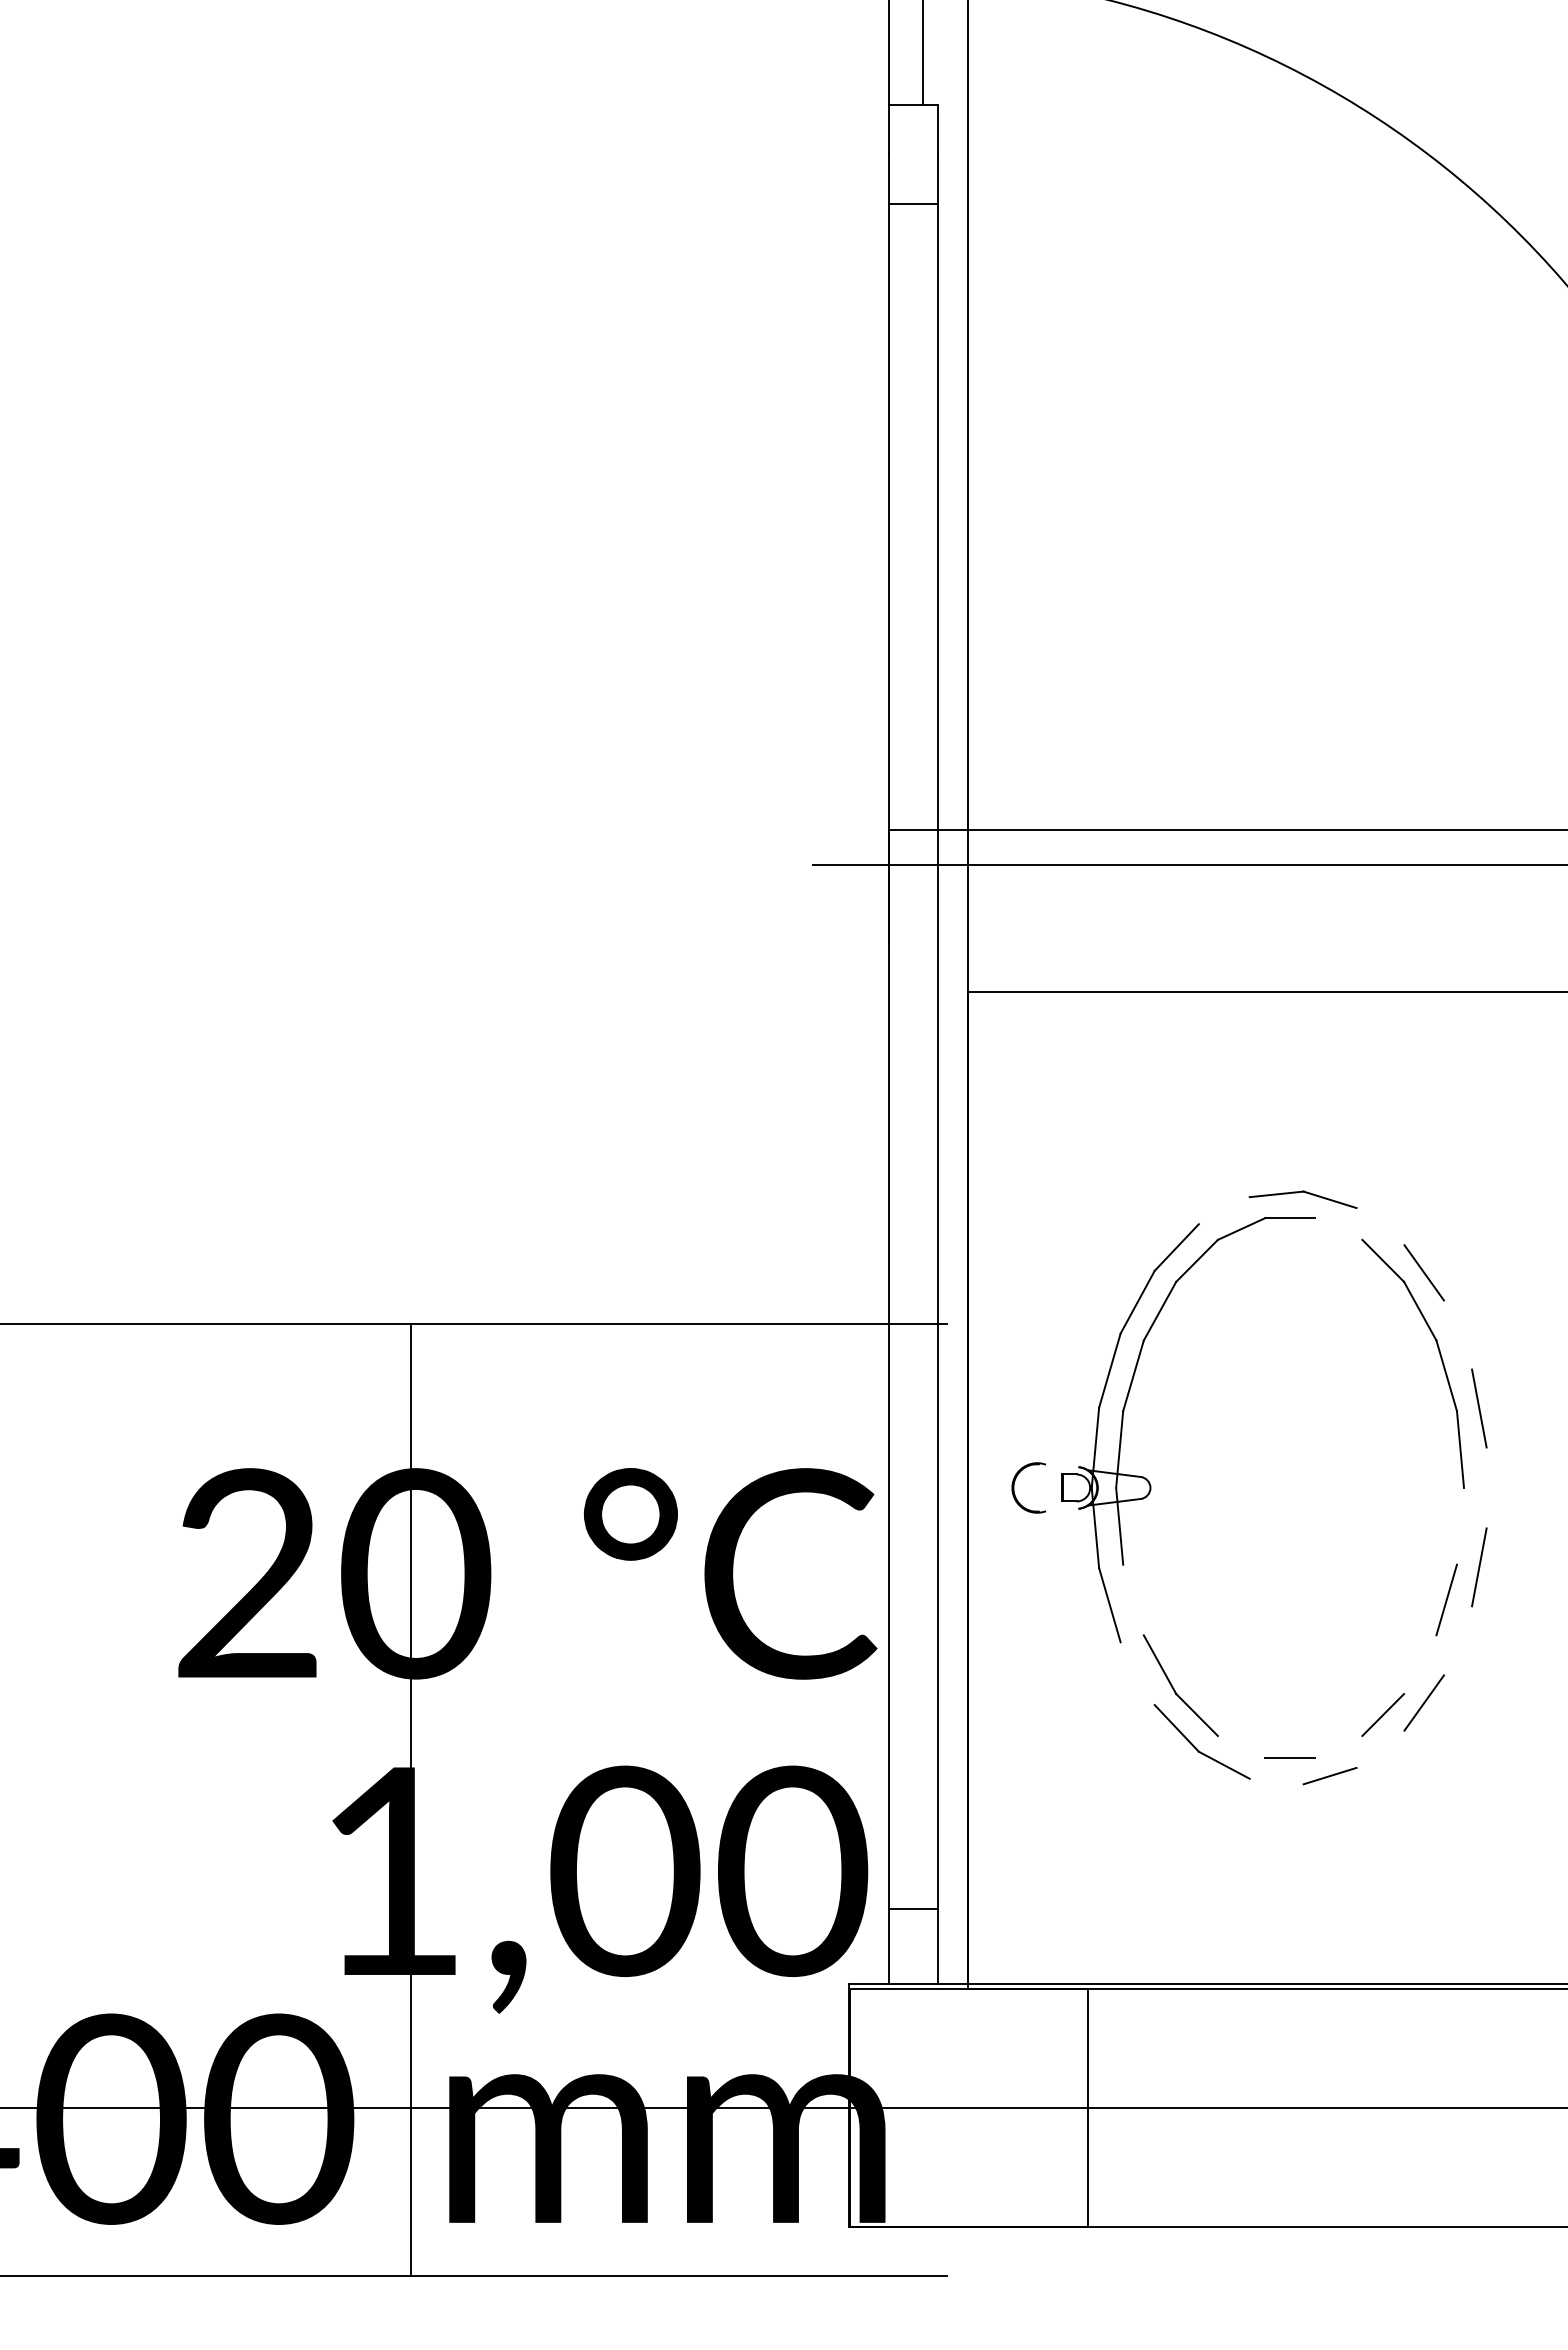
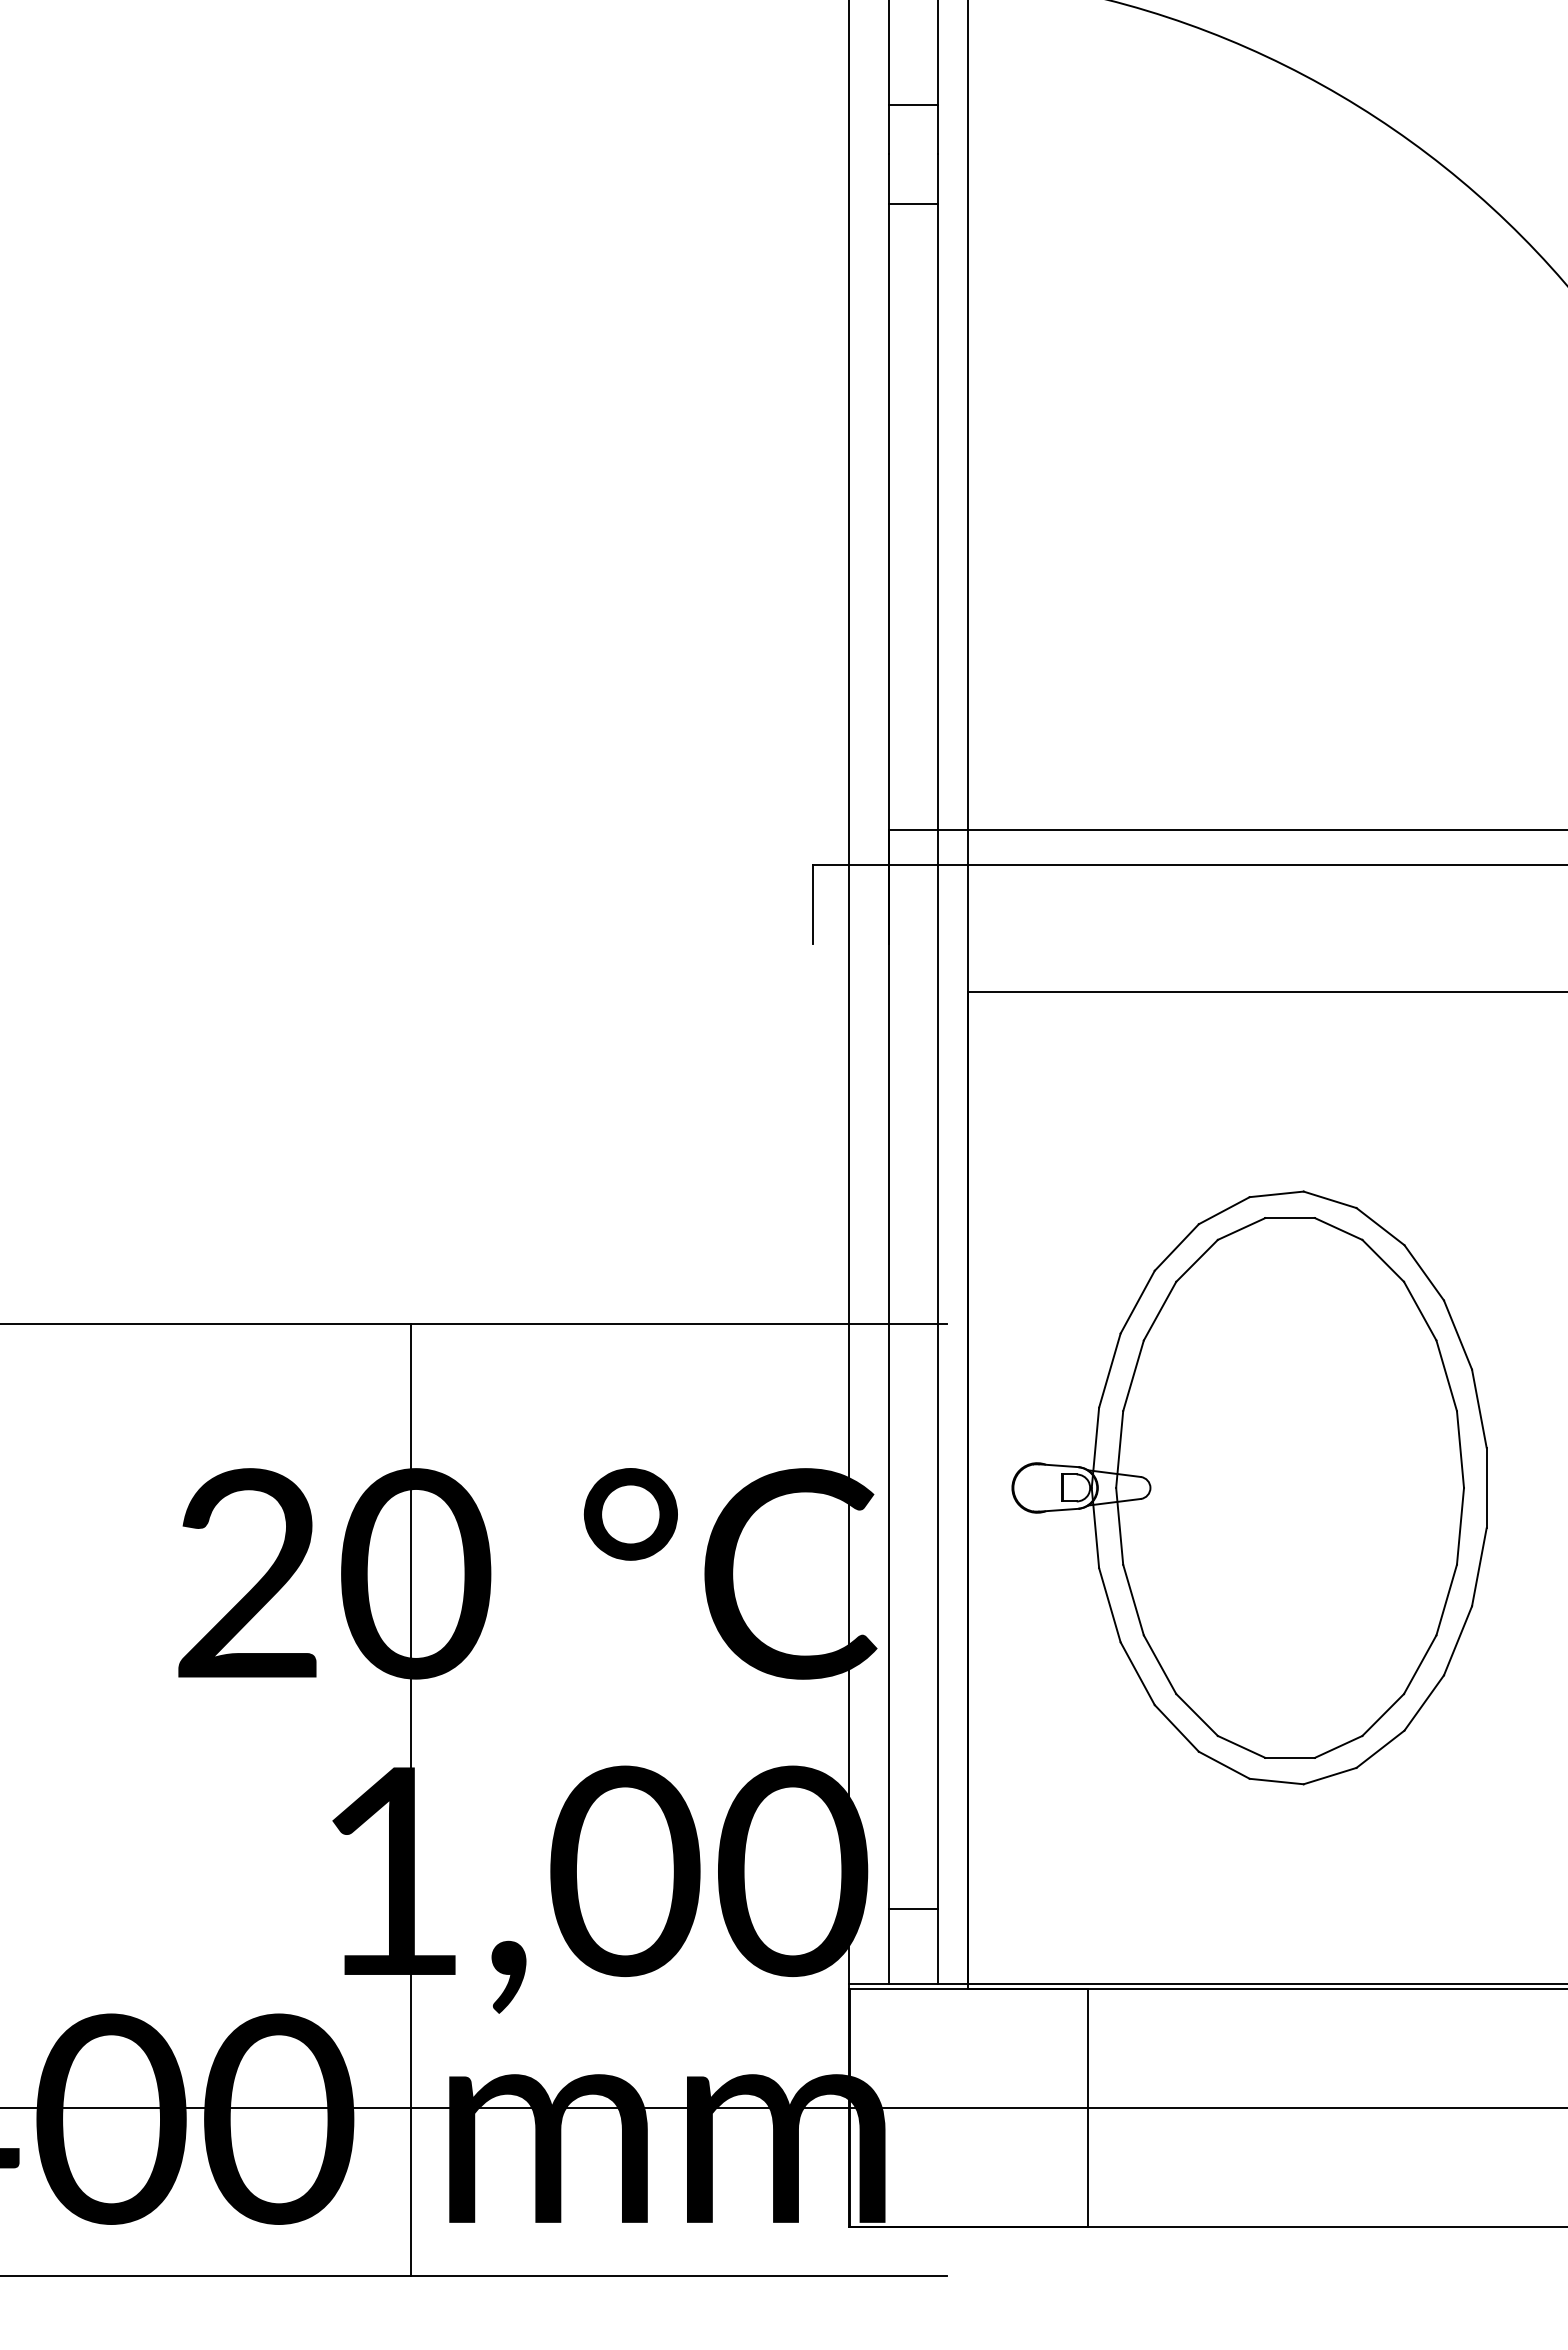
line at (923, 53) position: (923, 53) -> (938, 53)
line at (812, 904): none -> present
line at (848, 992): none -> present
line at (1223, 1210): none -> present
line at (1380, 1226): none -> present
line at (1338, 1228): none -> present
line at (1457, 1334): none -> present
line at (1058, 1465): none -> present
line at (1486, 1487): none -> present
line at (1058, 1509): none -> present
line at (1460, 1525): none -> present
line at (1133, 1599): none -> present
line at (1457, 1640): none -> present
line at (1420, 1664): none -> present
line at (1137, 1673): none -> present
line at (1241, 1746): none -> present
line at (1338, 1746): none -> present
line at (1380, 1748): none -> present
line at (1276, 1781): none -> present
